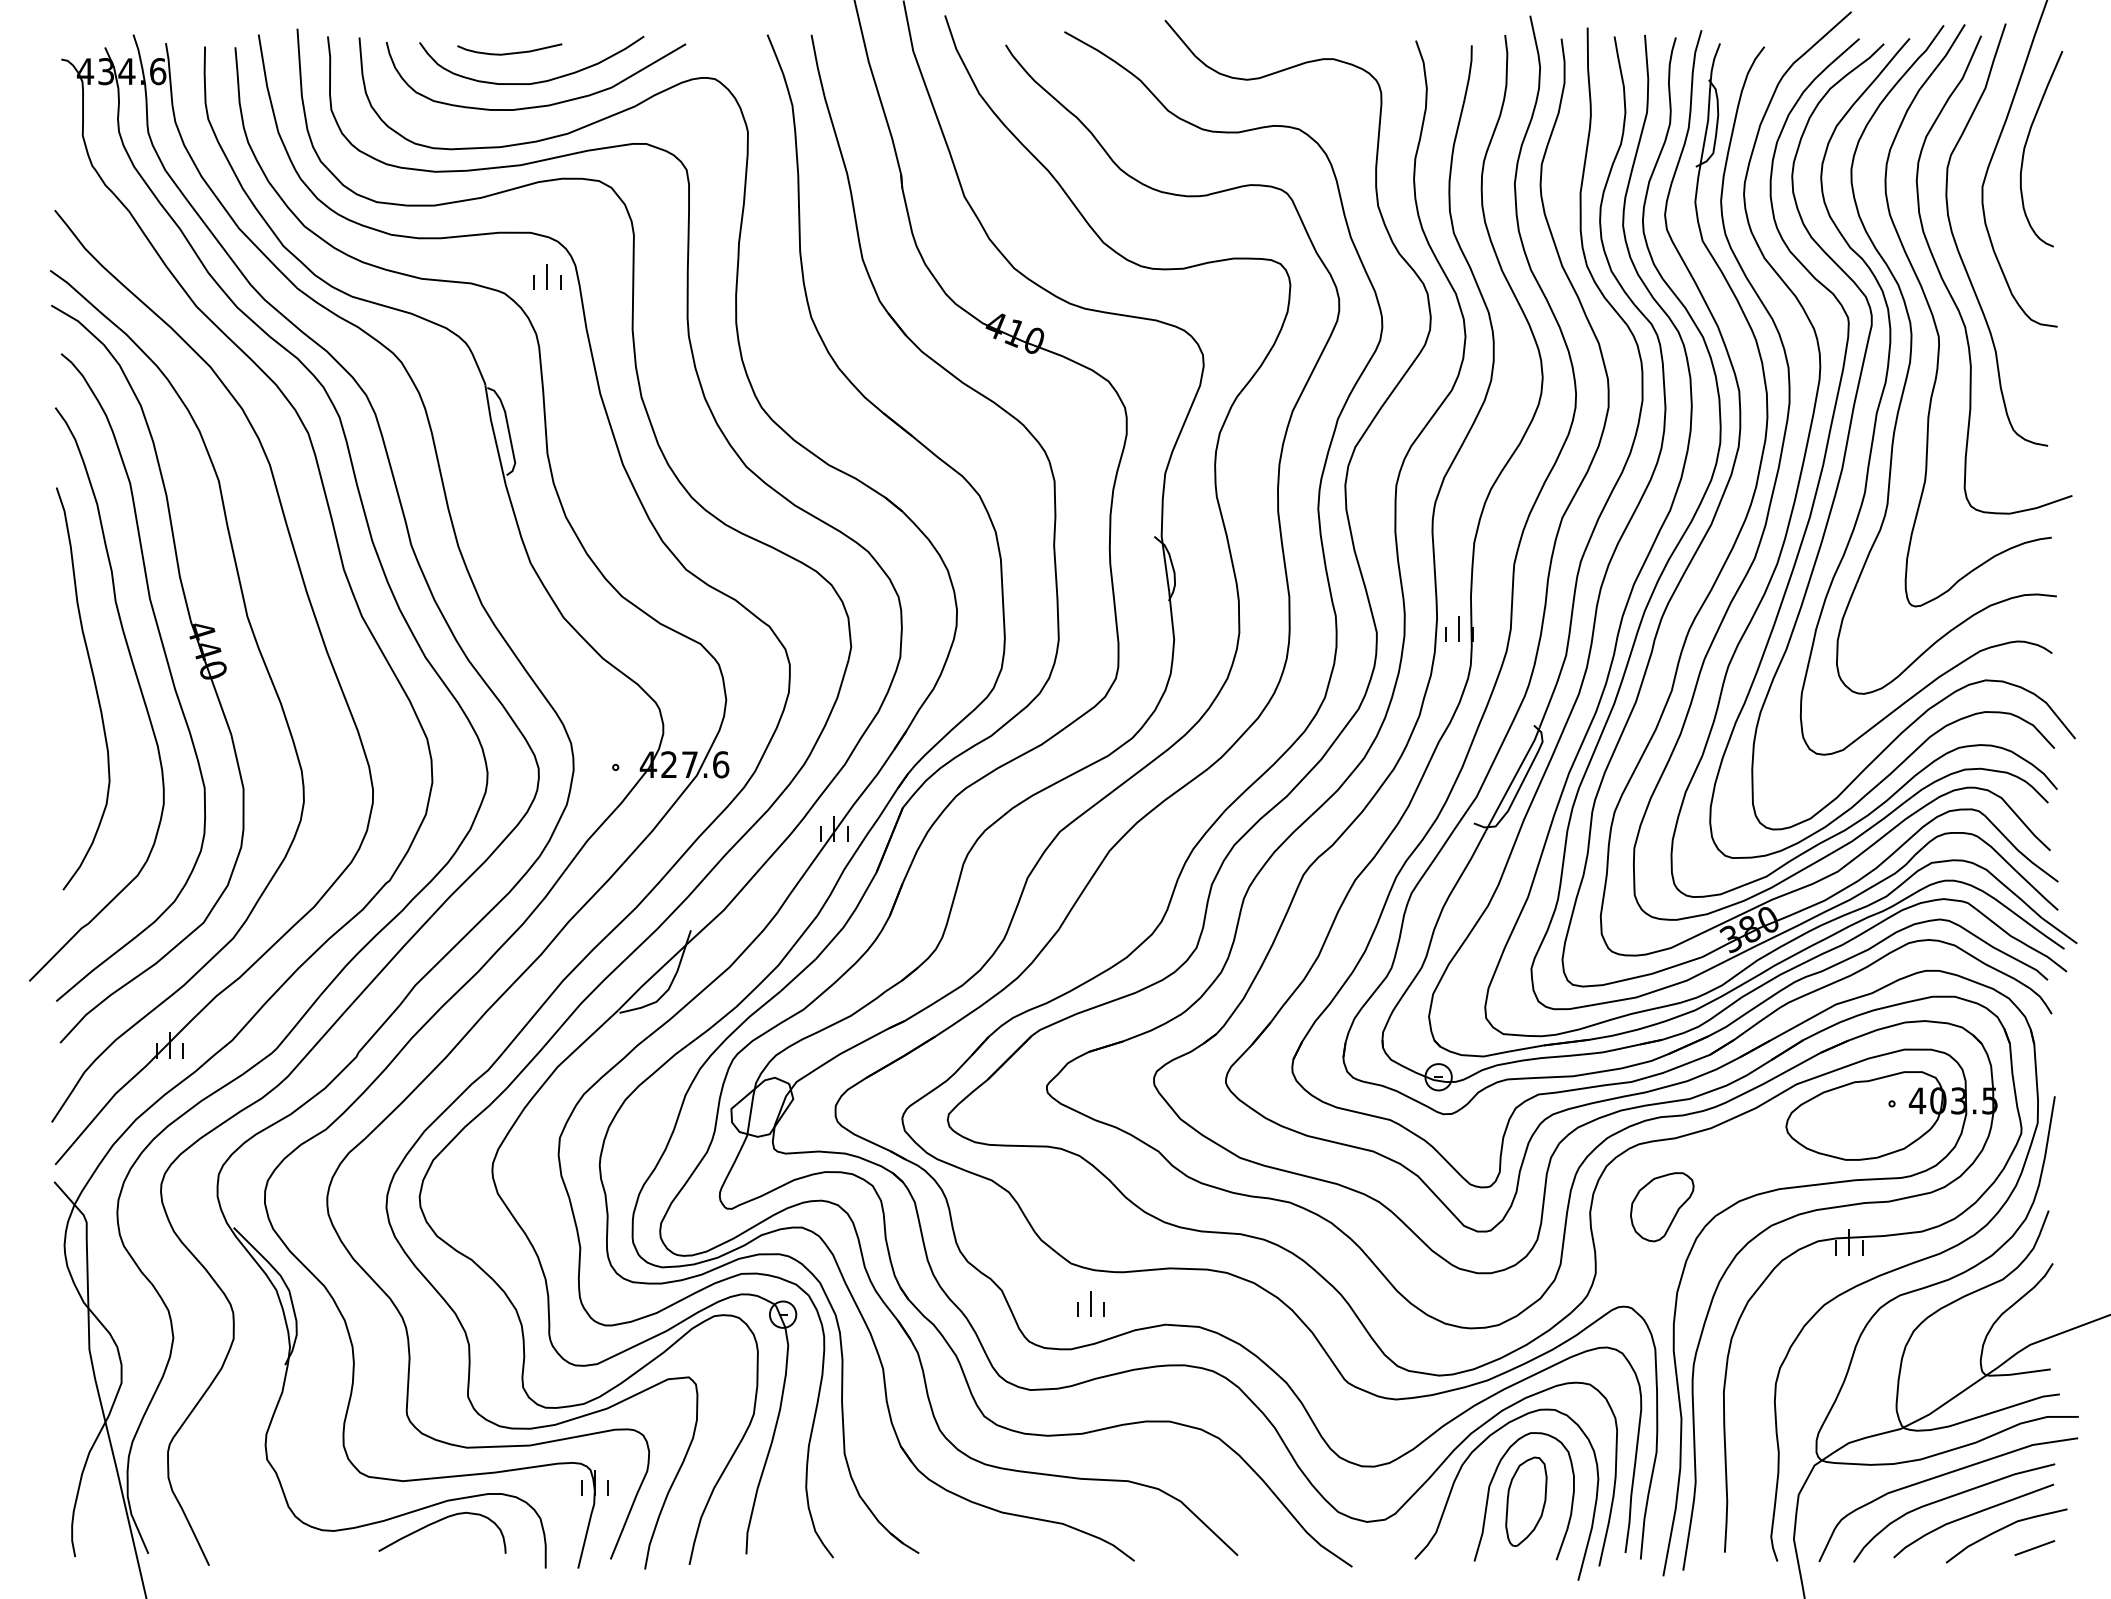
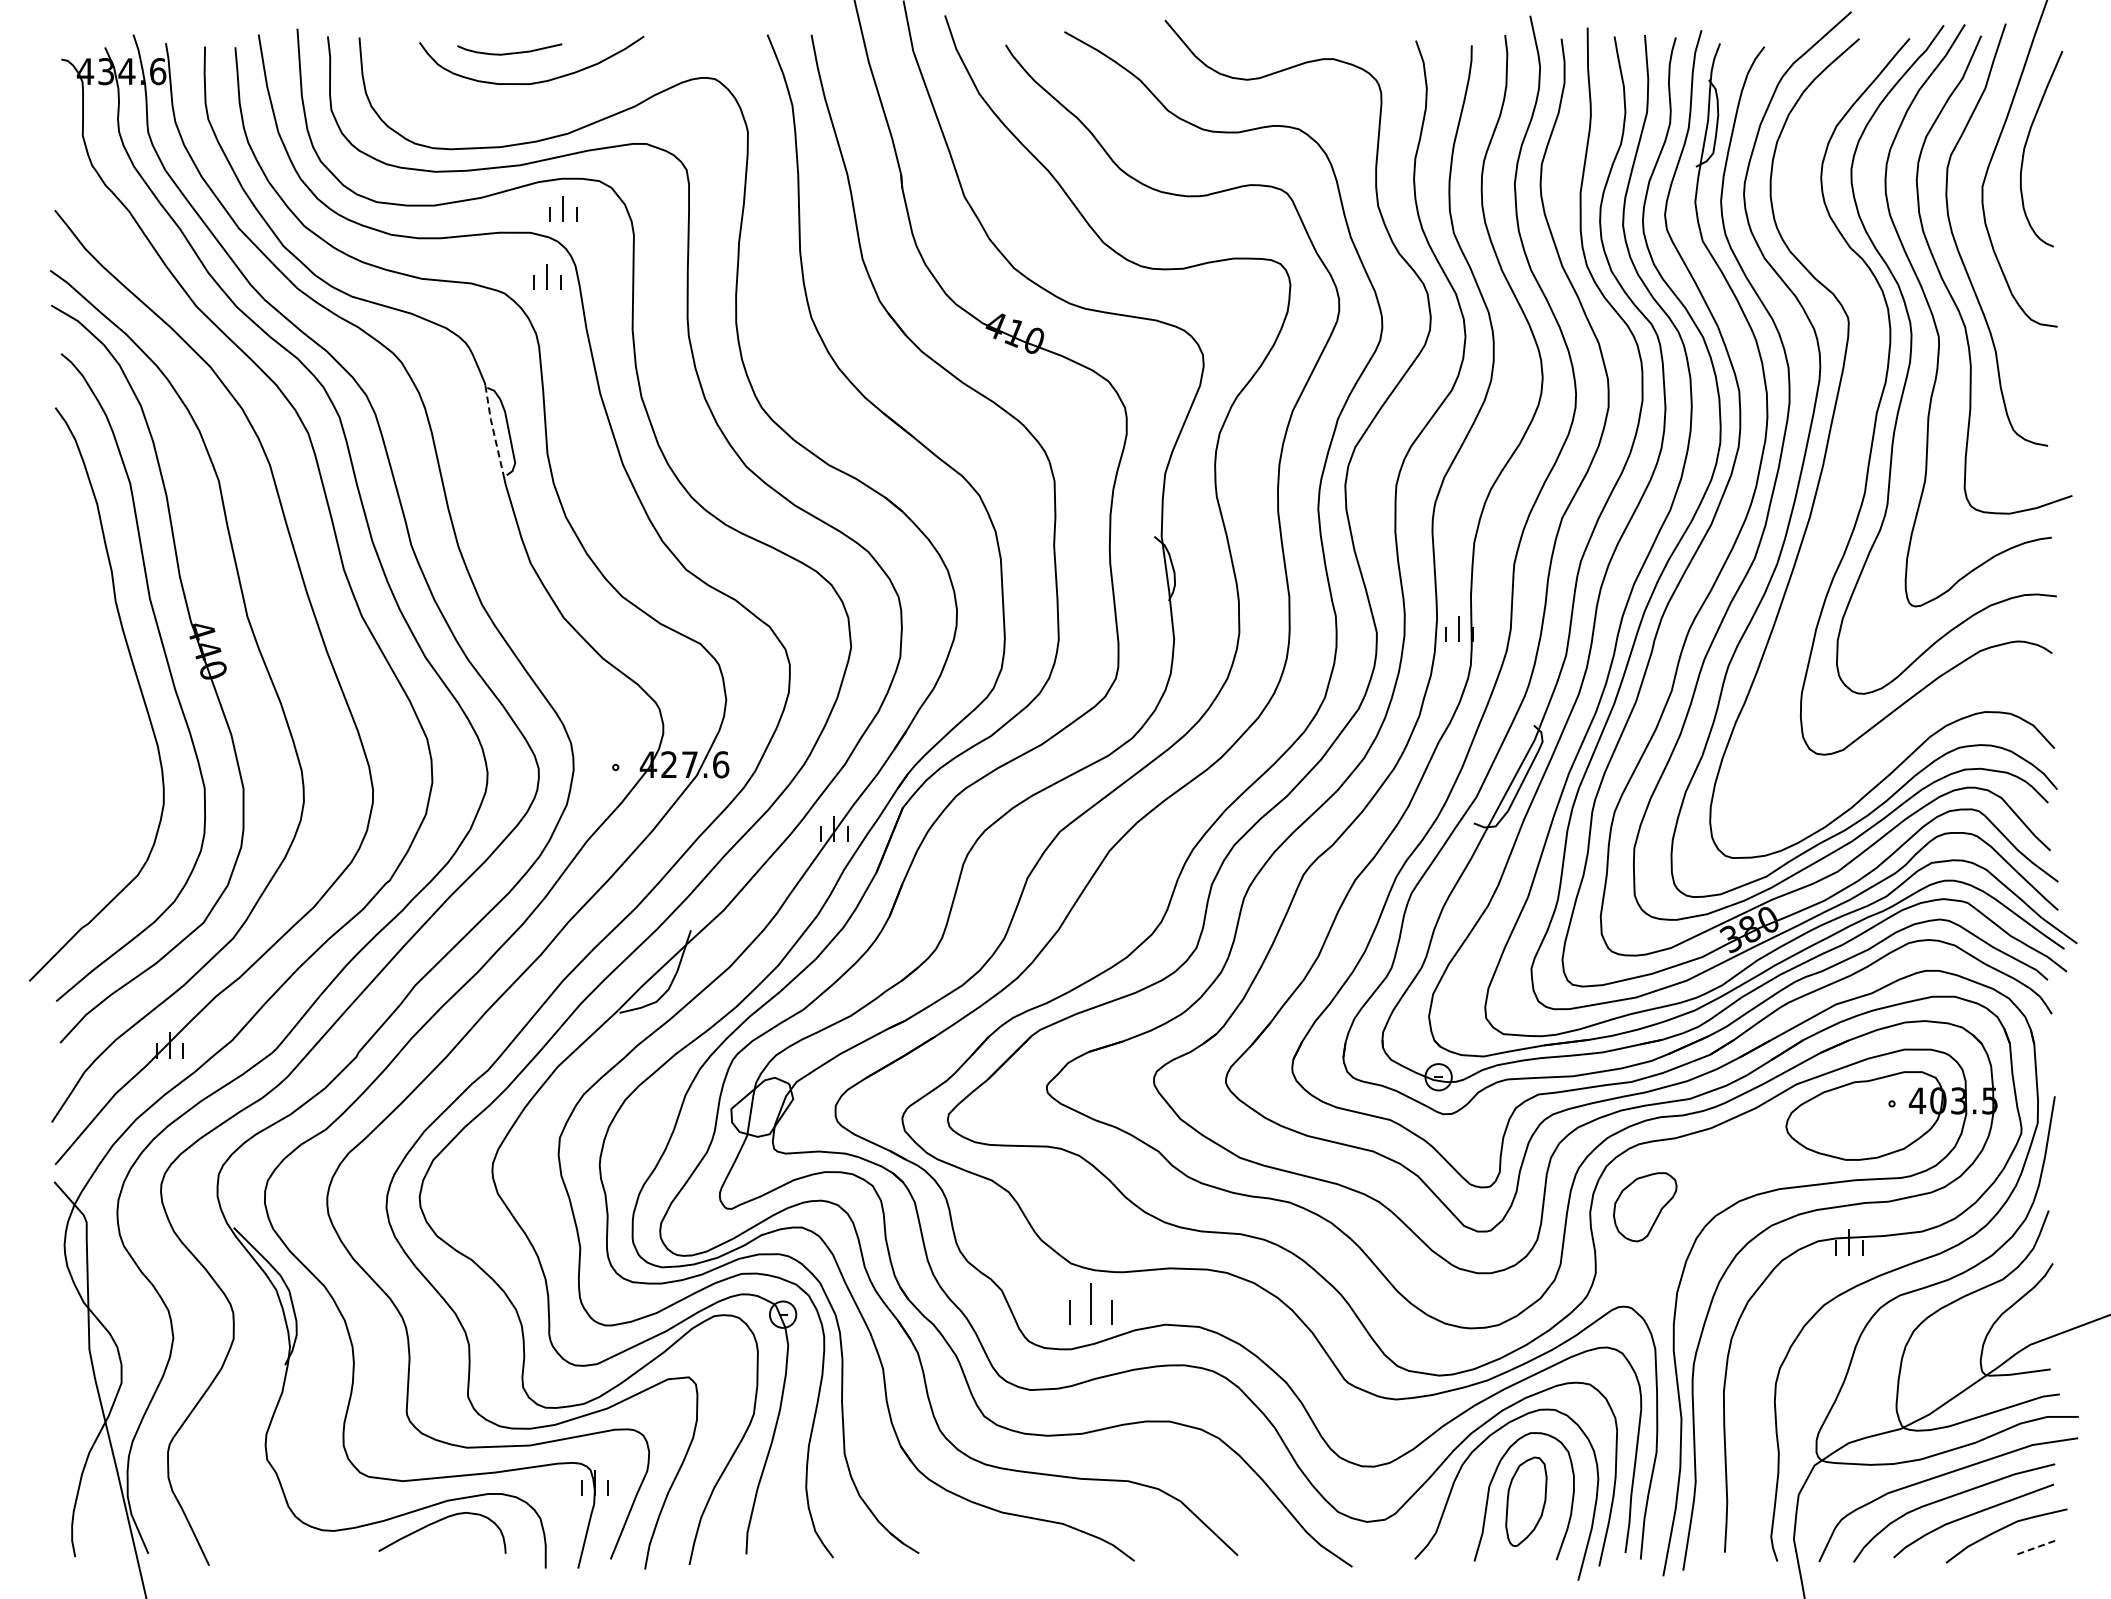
curve at (538, 105): present -> none
part at (563, 208): none -> present
curve at (1851, 425): present -> none
line at (493, 430): solid -> dashed
curve at (94, 686): present -> none
part at (1662, 1207) position: (1662, 1207) -> (1645, 1207)
part at (1090, 1303) size: 28x26 px -> 44x42 px
line at (2034, 1548): solid -> dashed
